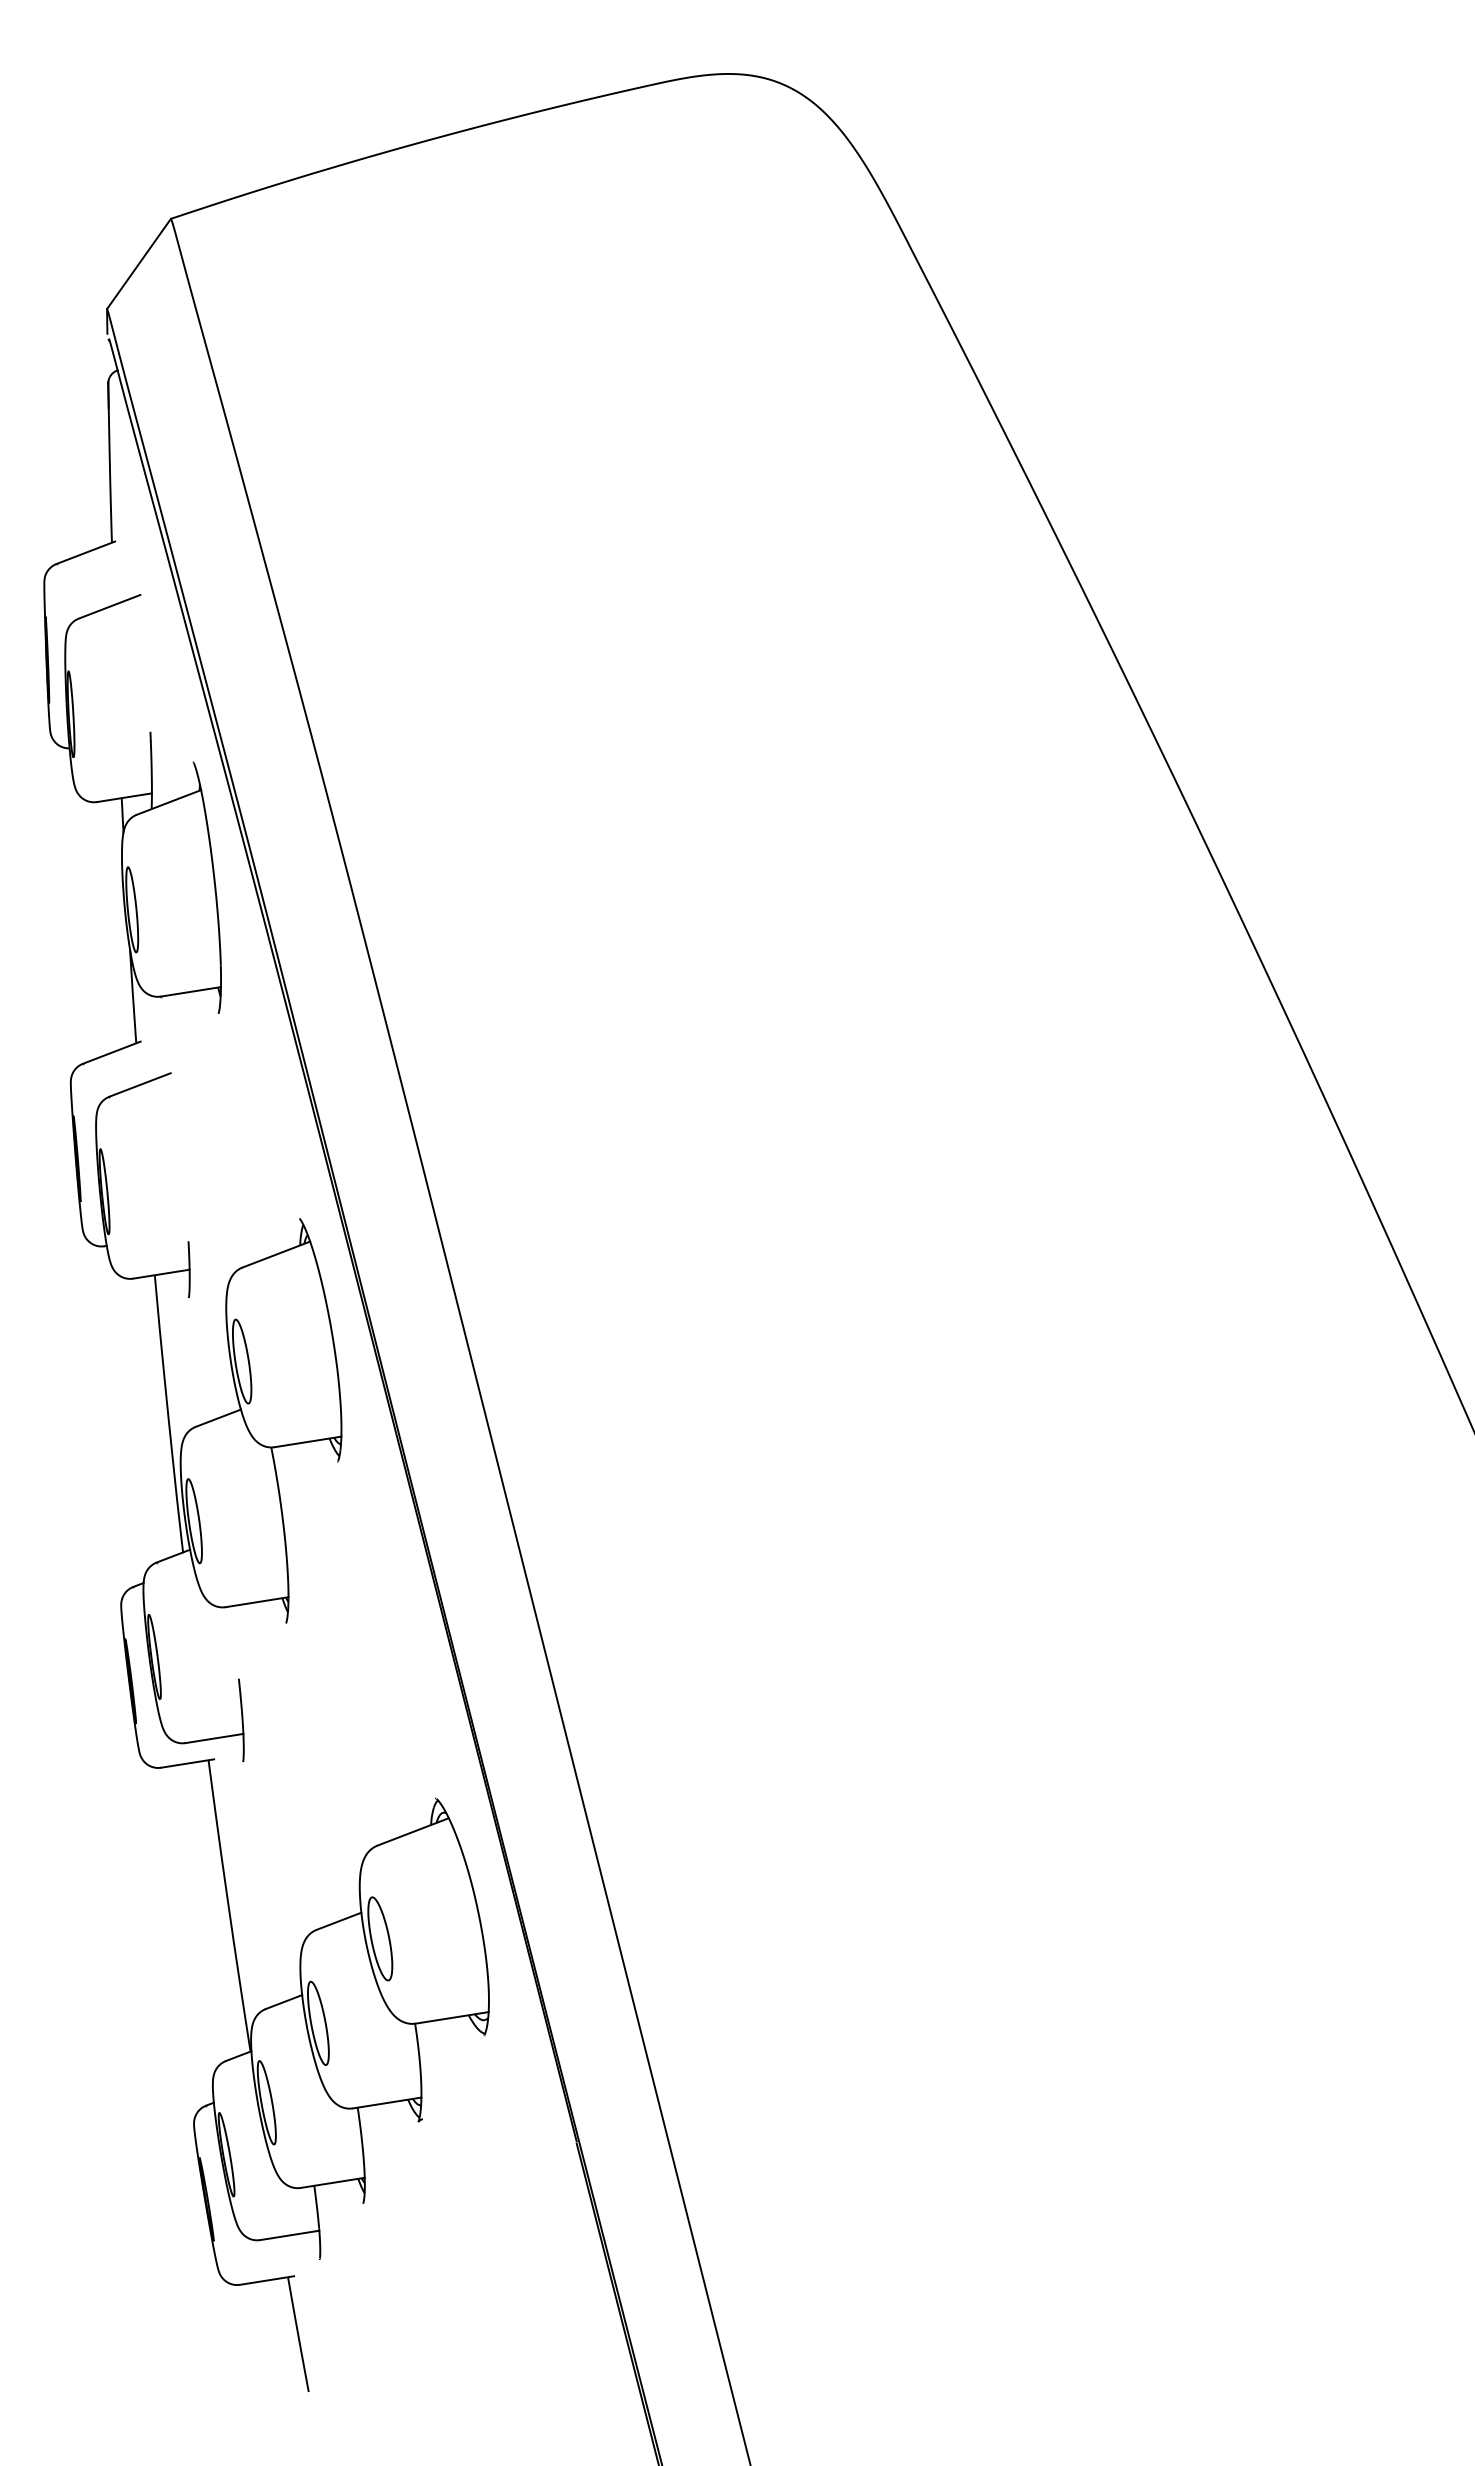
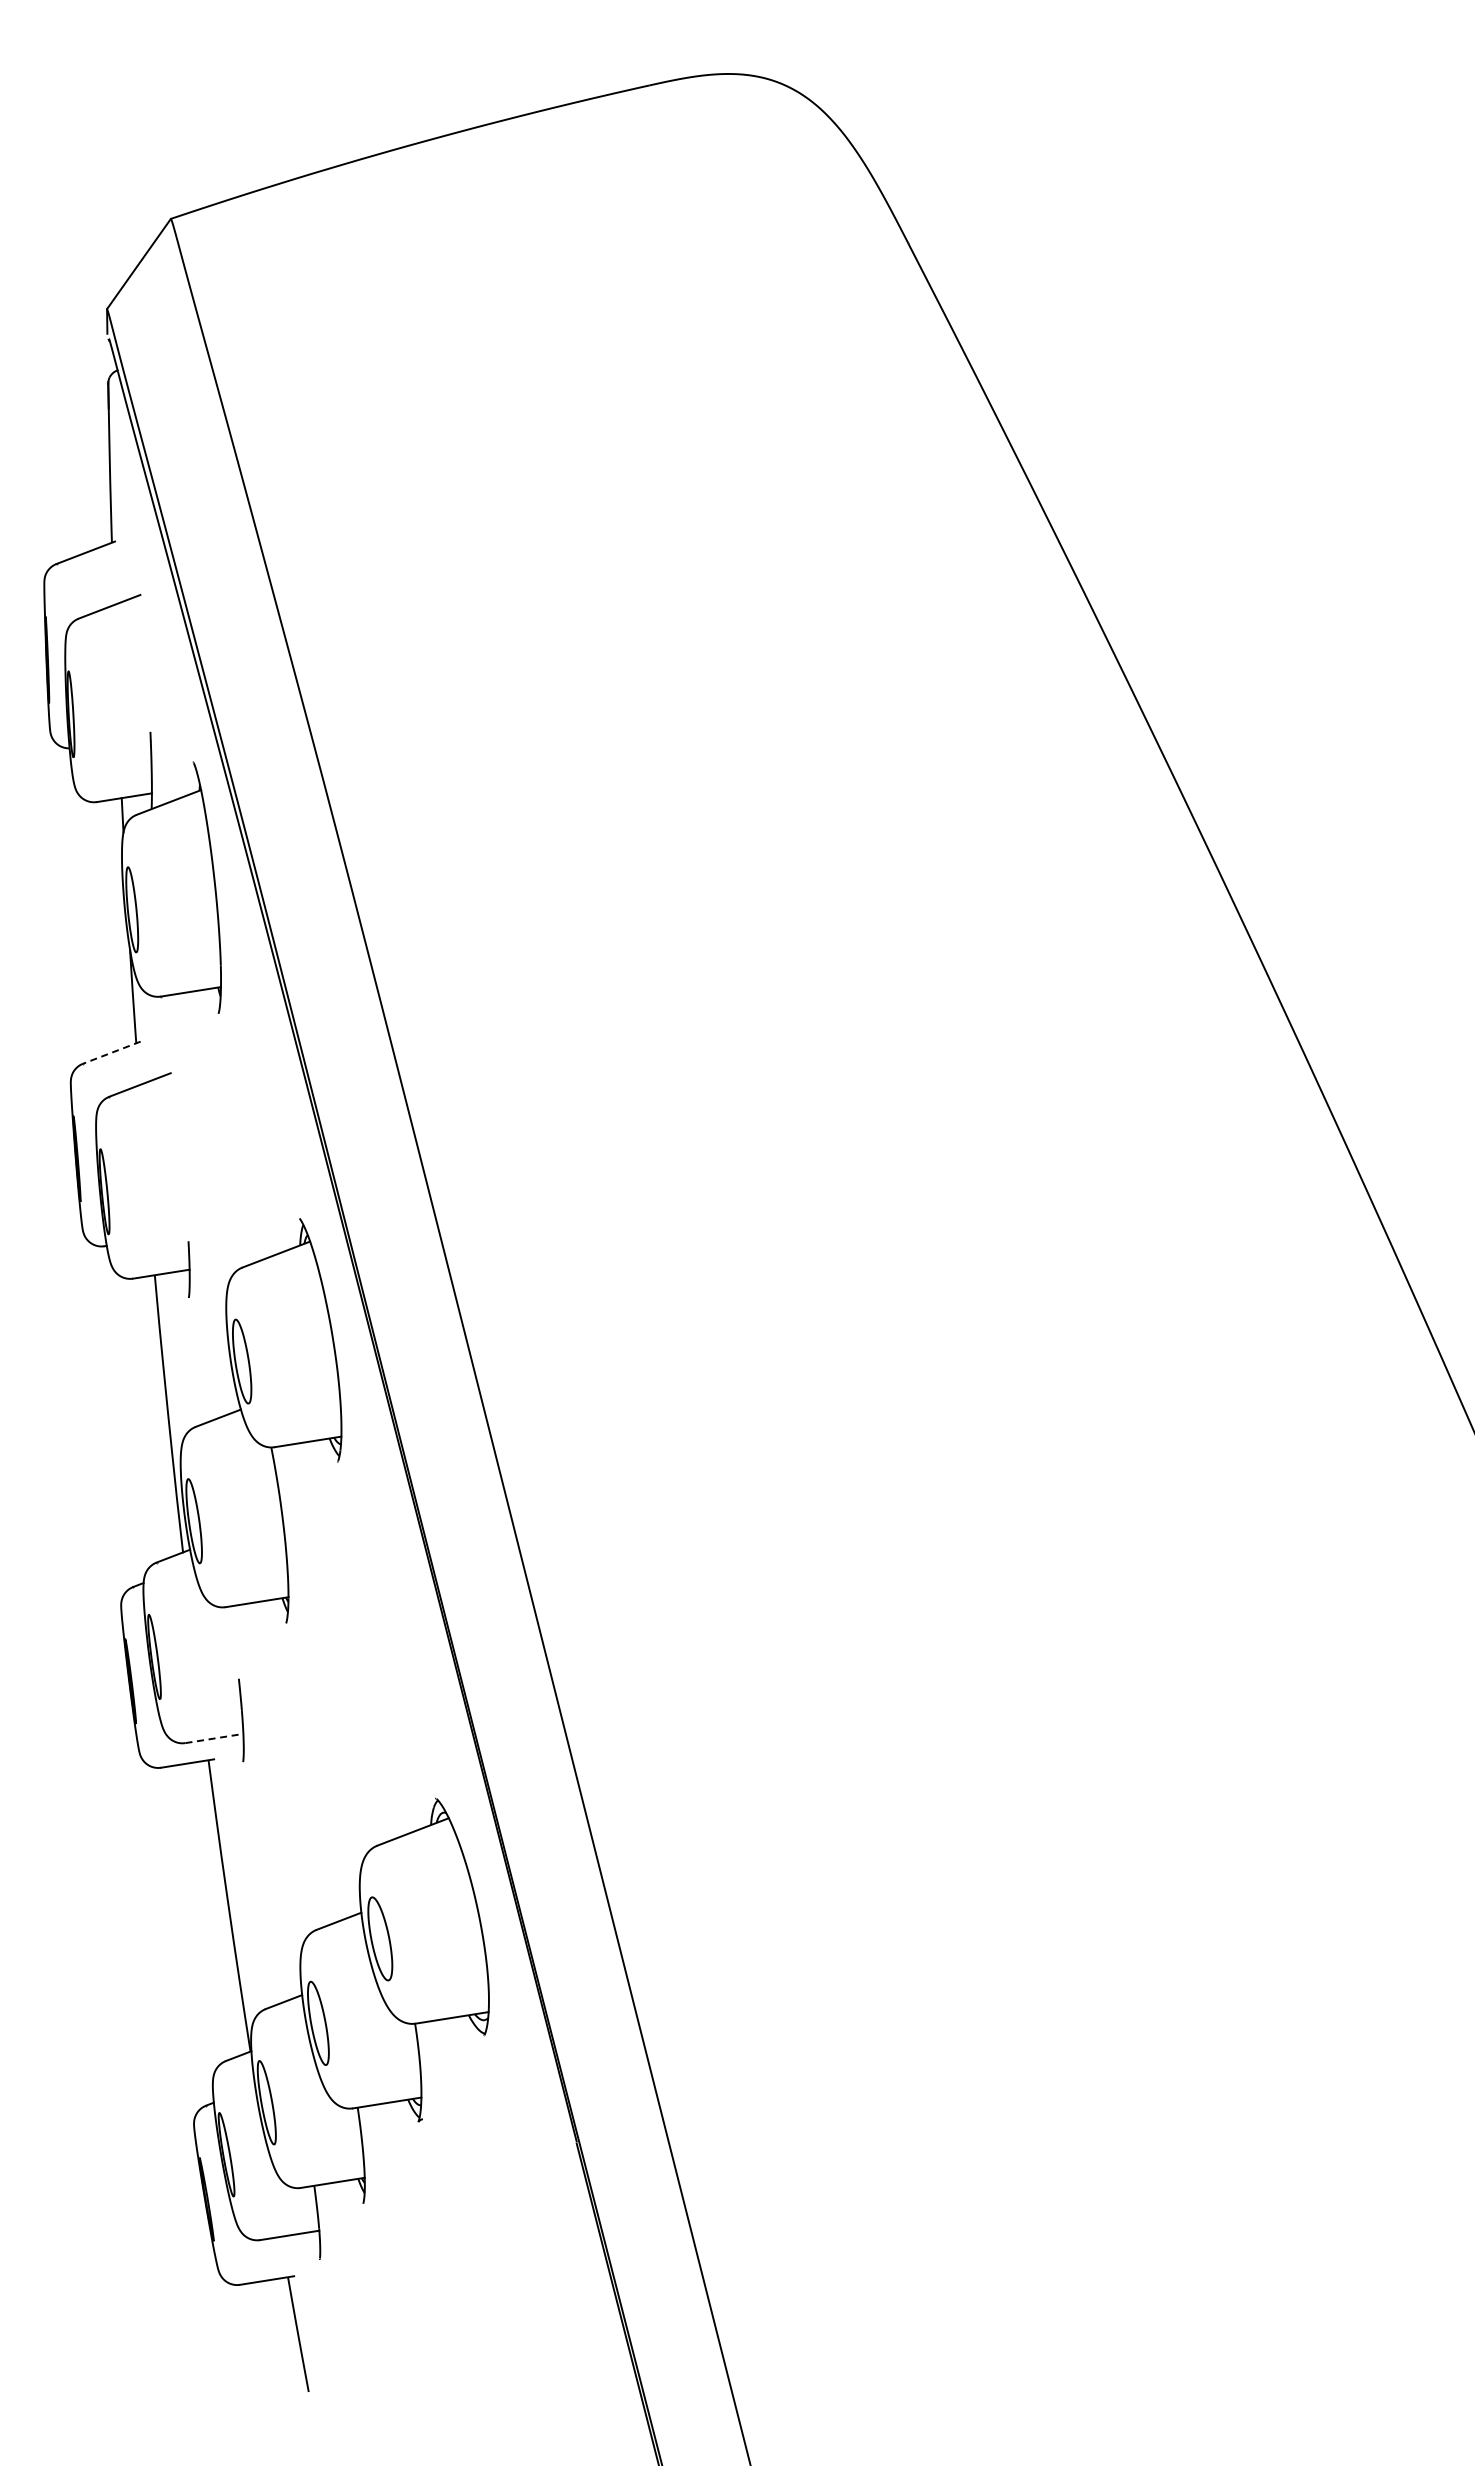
line at (111, 1052): solid -> dashed
line at (214, 1738): solid -> dashed
